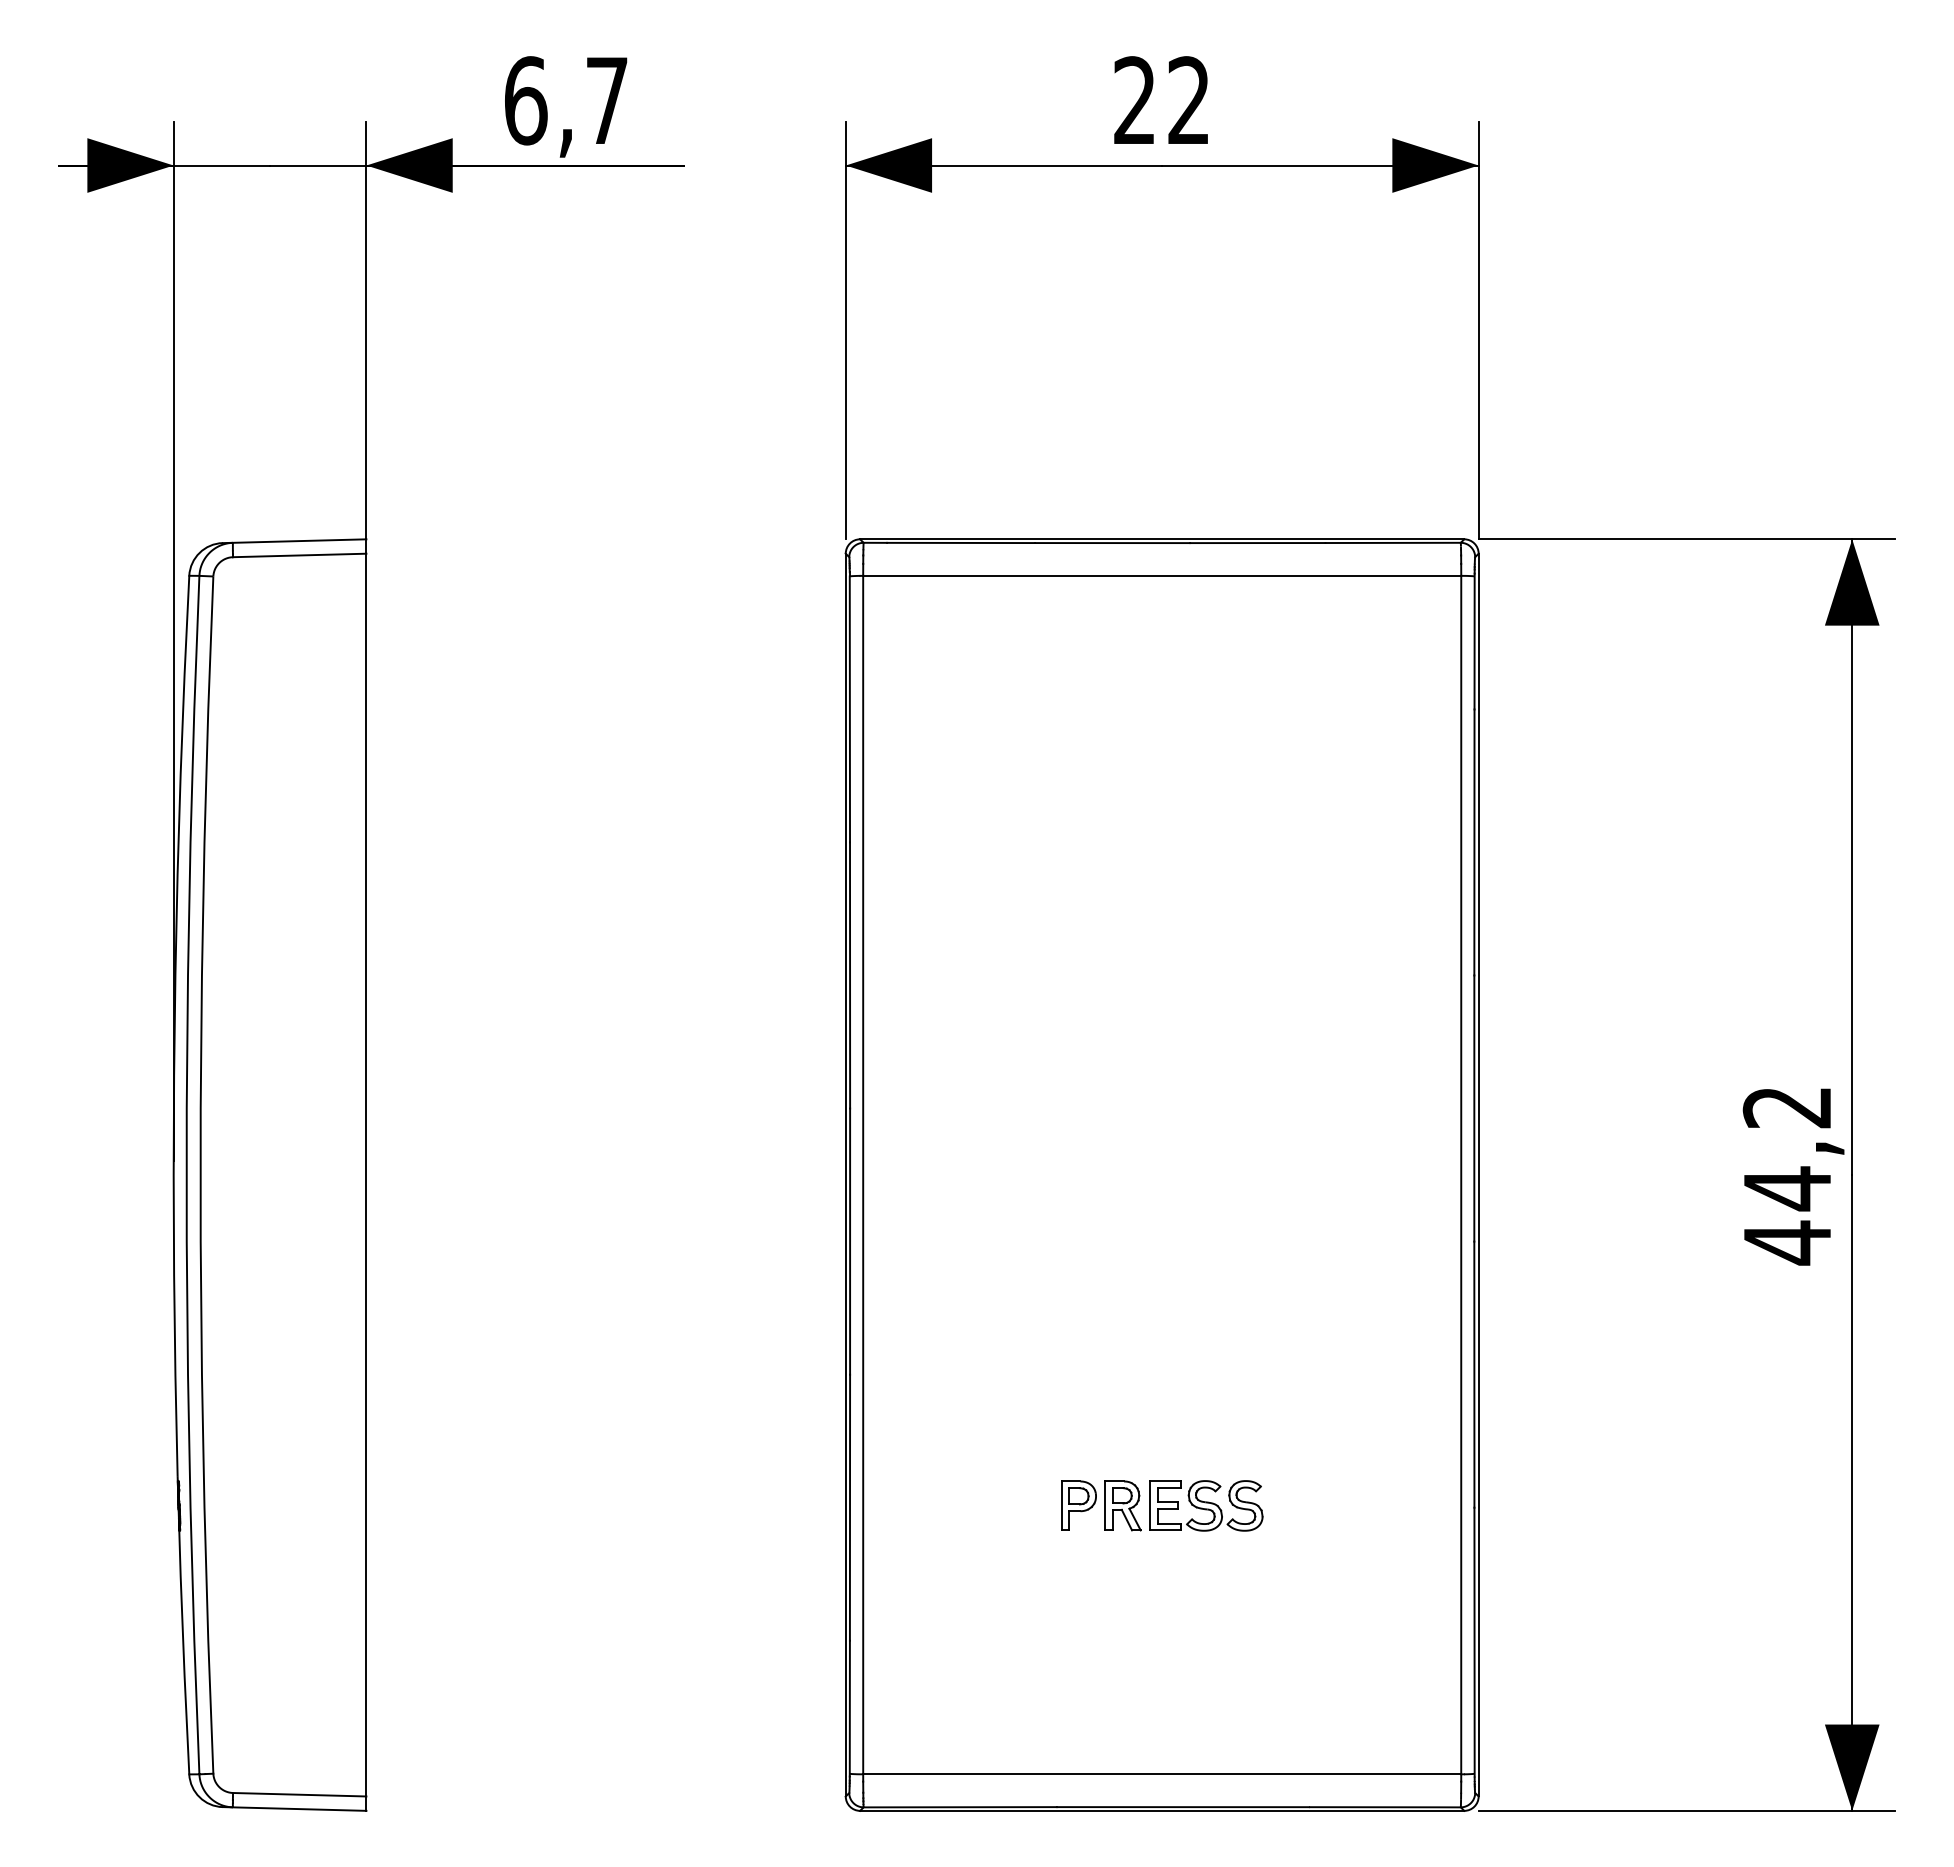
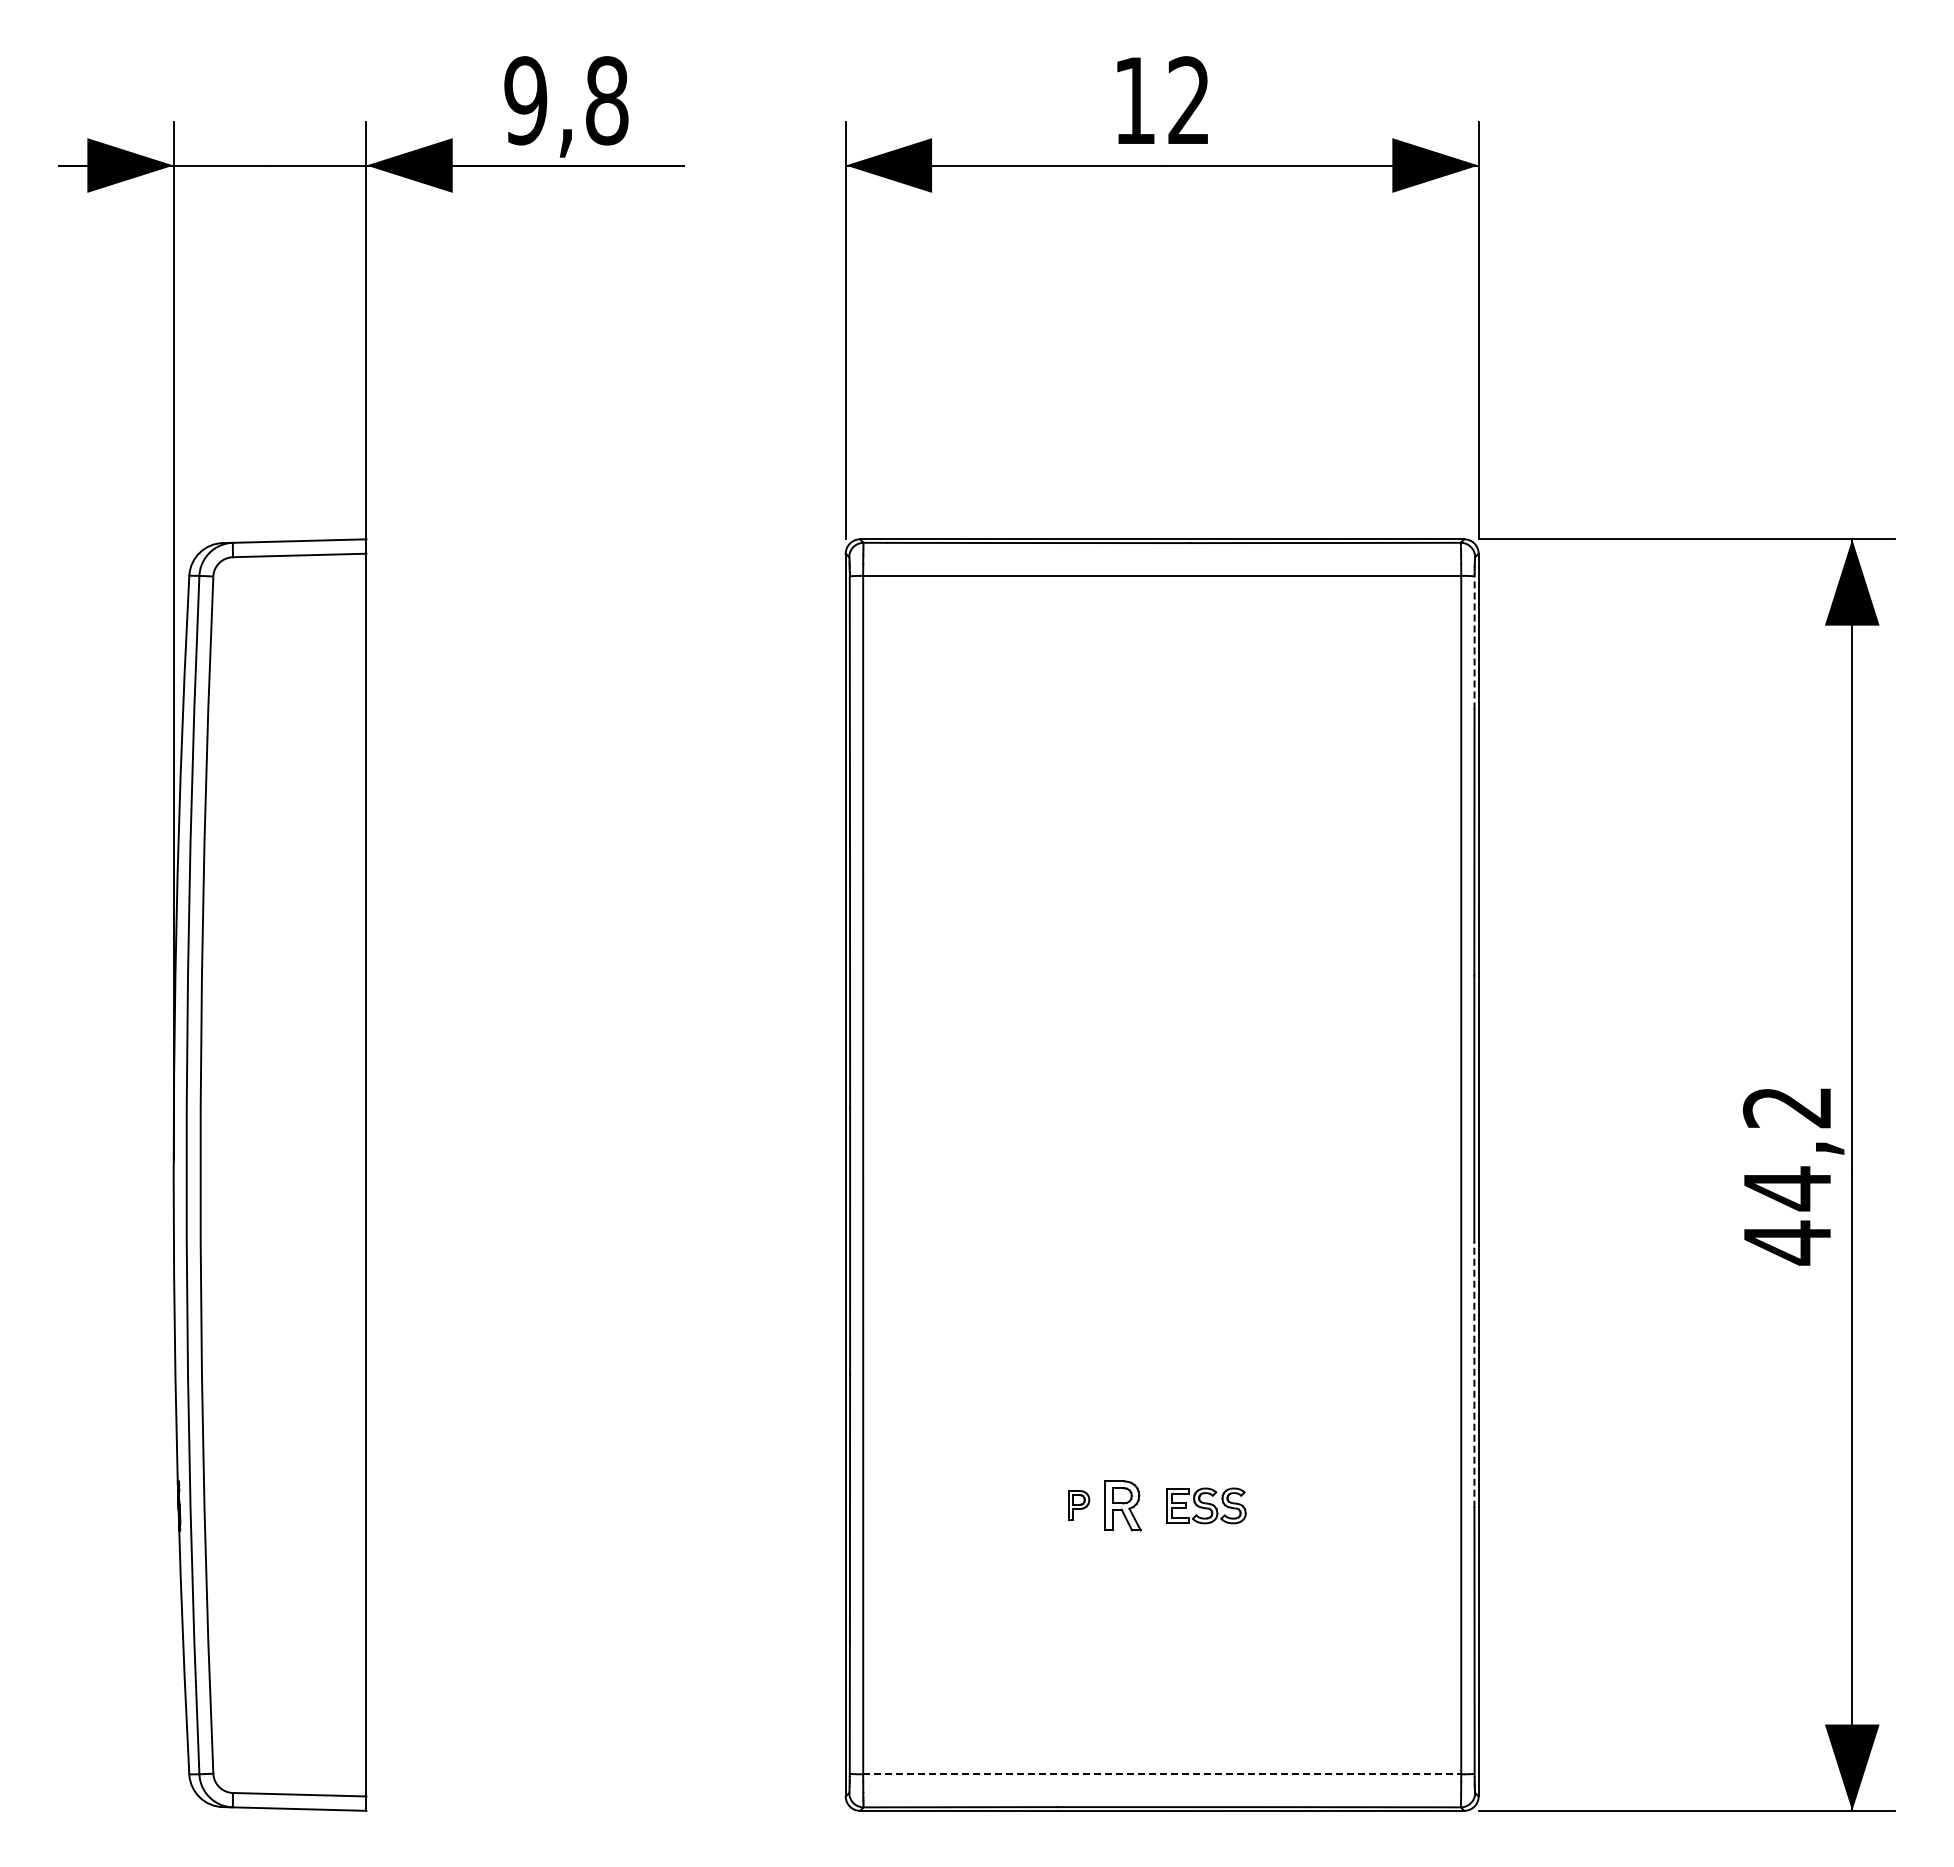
text at (1134, 99): 22 -> 12
text at (566, 100): 6,7 -> 9,8
line at (1474, 641): solid -> dashed
line at (1474, 1374): solid -> dashed
part at (1078, 1505) size: 36x51 px -> 23x31 px
part at (1206, 1505) size: 115x52 px -> 81x38 px
line at (1162, 1774): solid -> dashed
